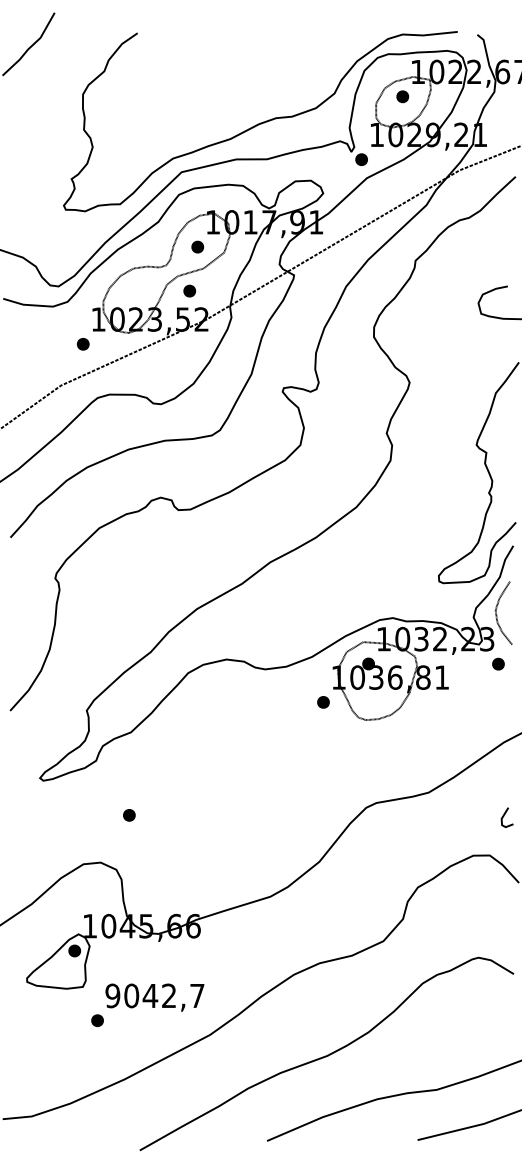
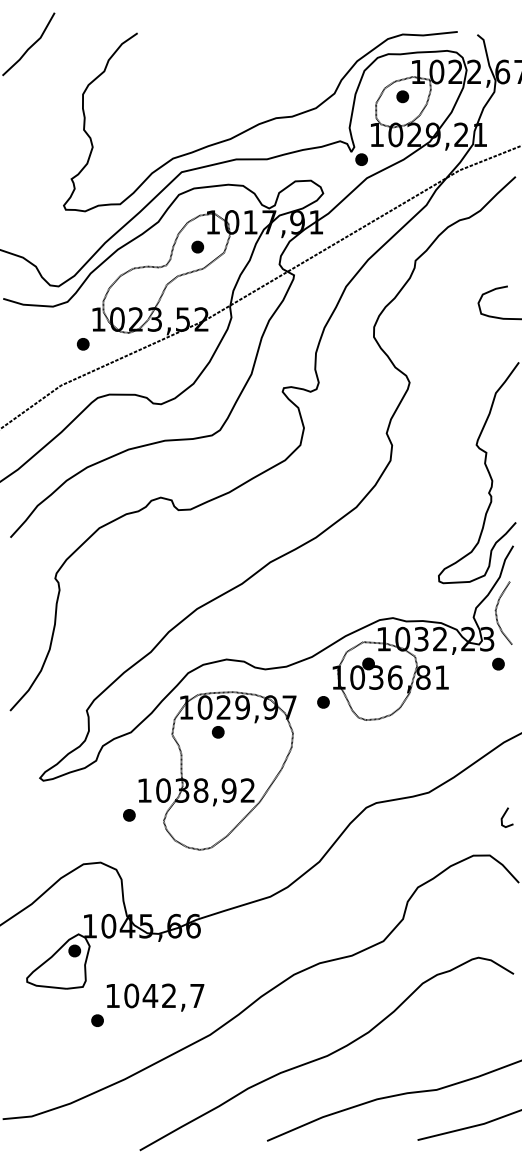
part at (189, 290): present -> none
part at (217, 770): none -> present
text at (112, 995): 9042,7 -> 1042,7
